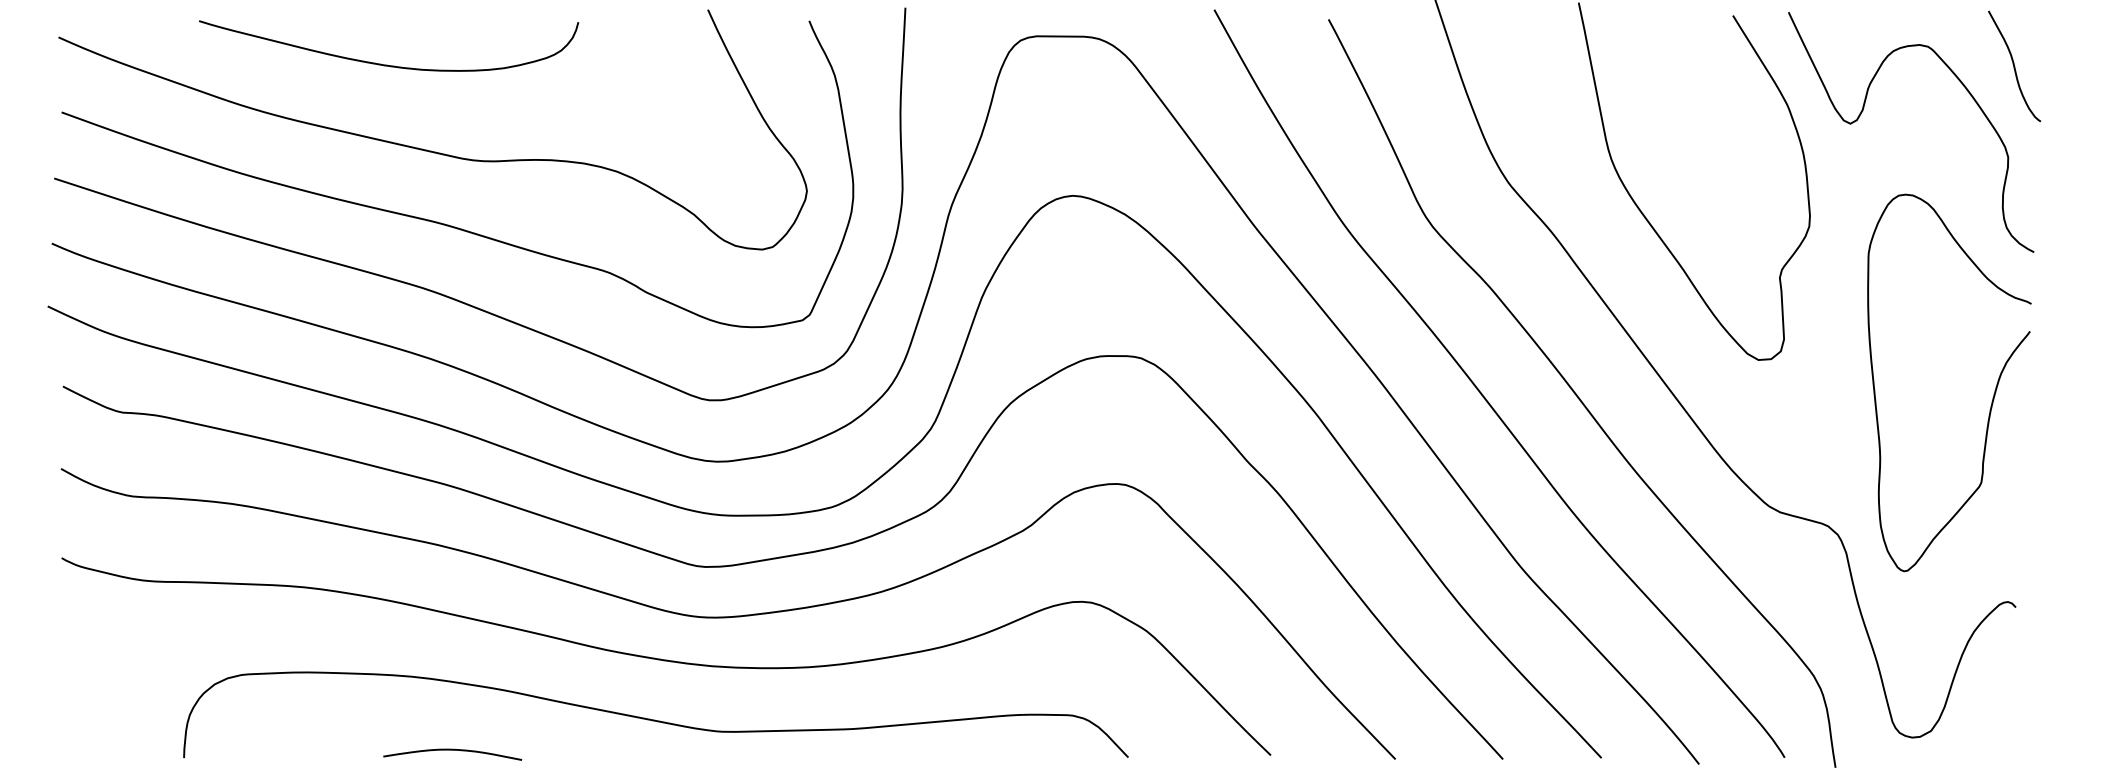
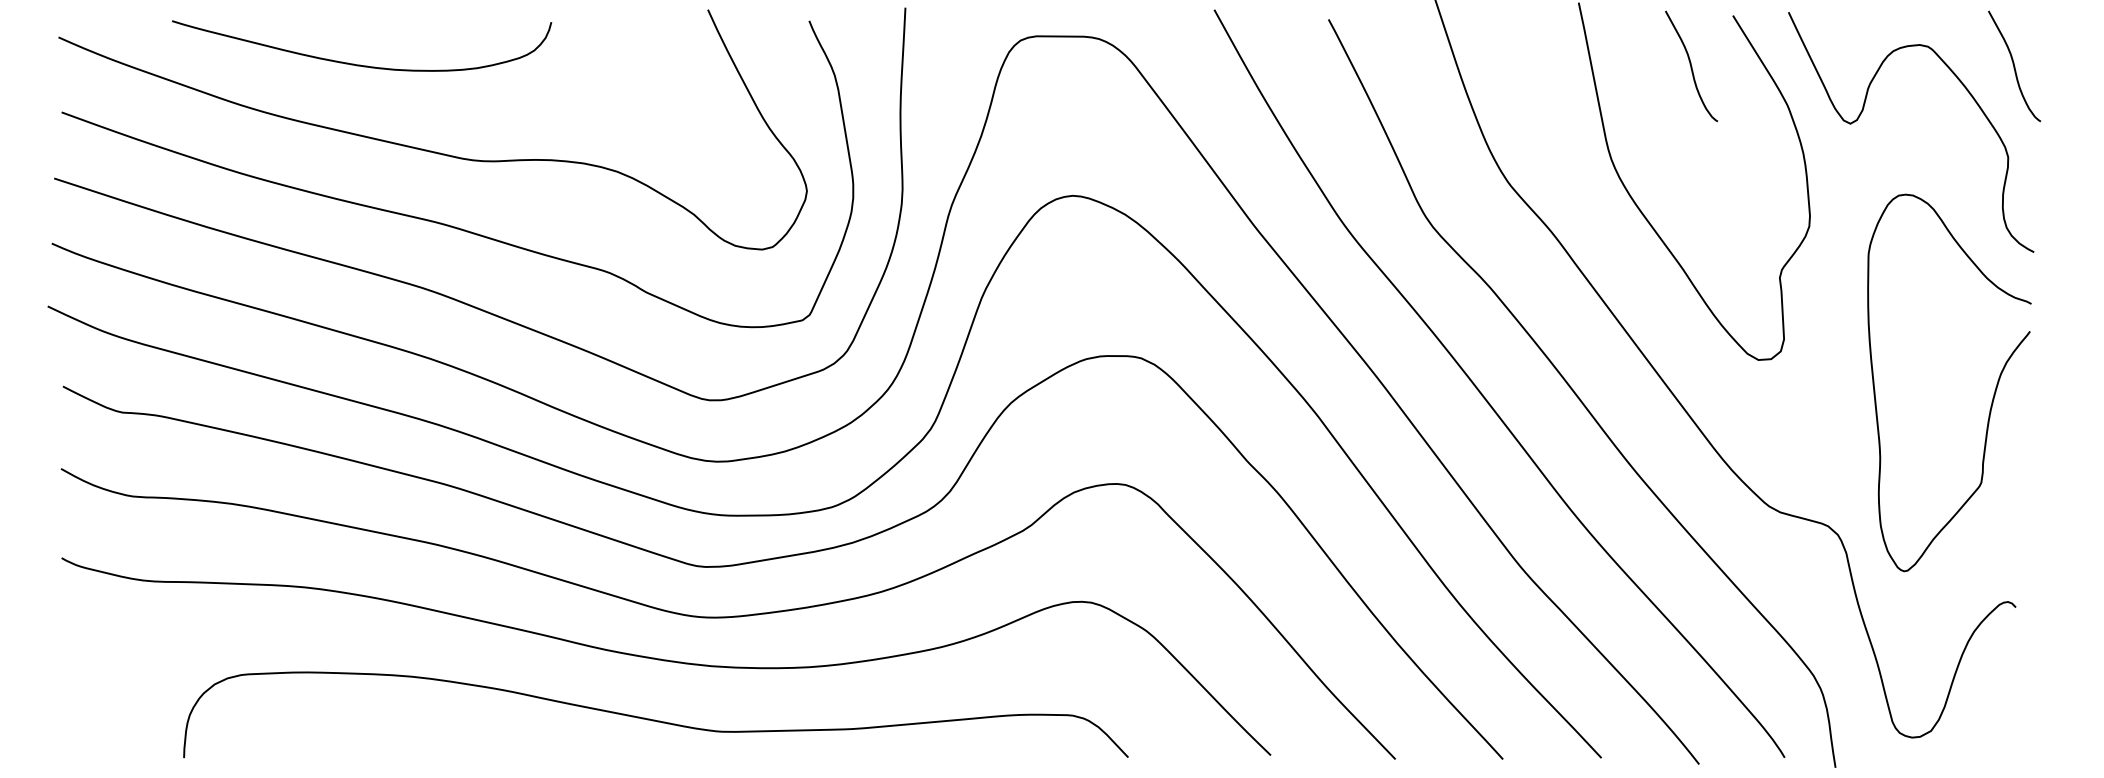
curve at (387, 64) position: (387, 64) -> (360, 64)
curve at (1691, 66): none -> present
curve at (452, 750): present -> none
